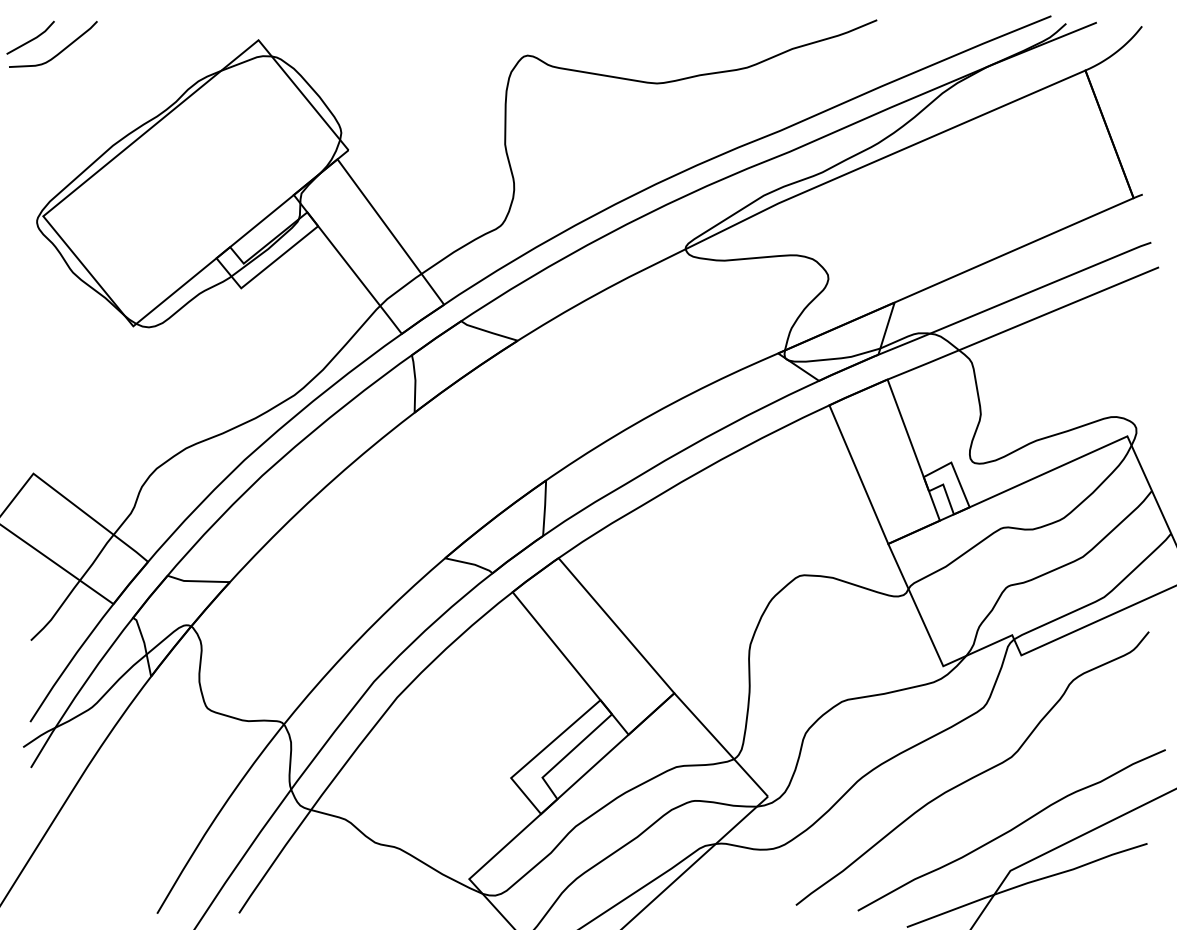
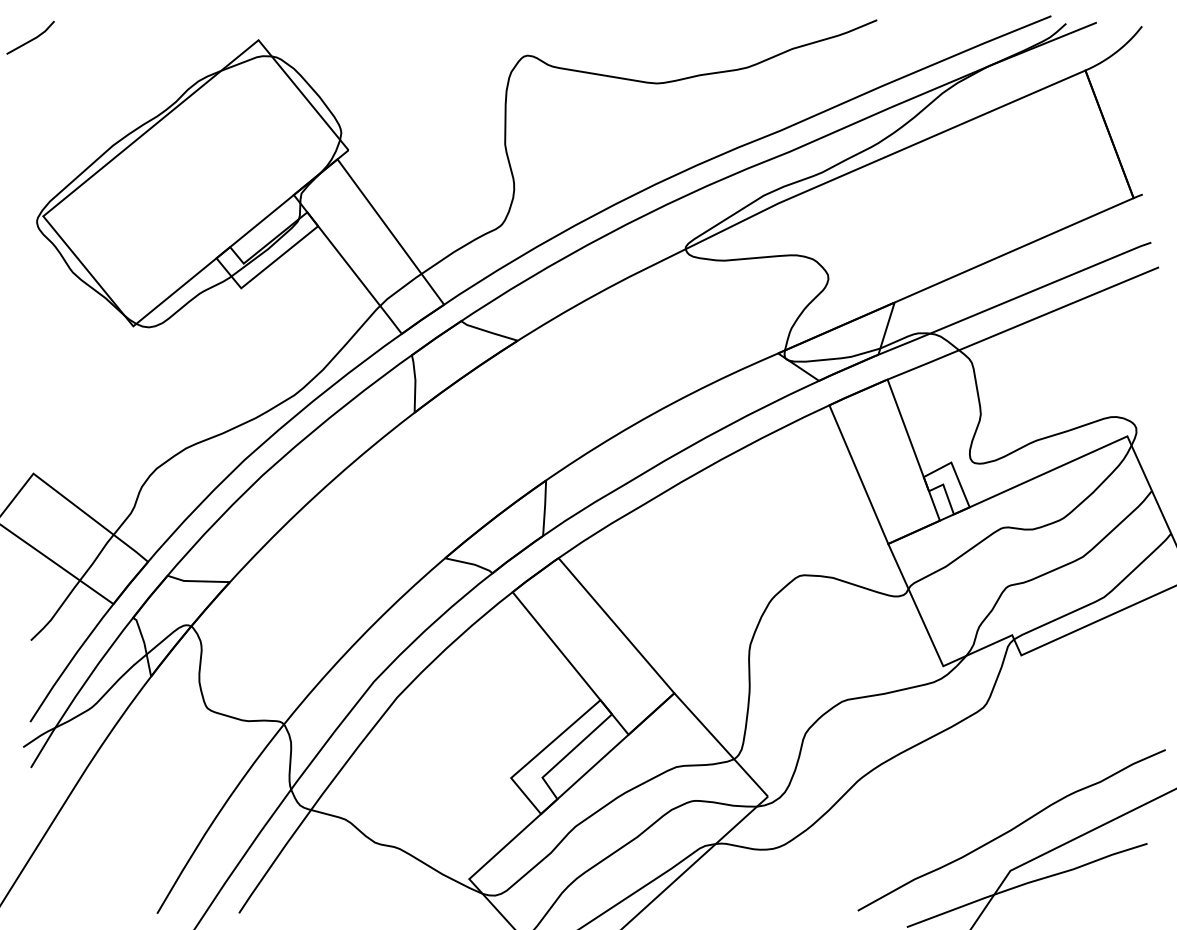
curve at (58, 52): present -> none
curve at (976, 774): present -> none
